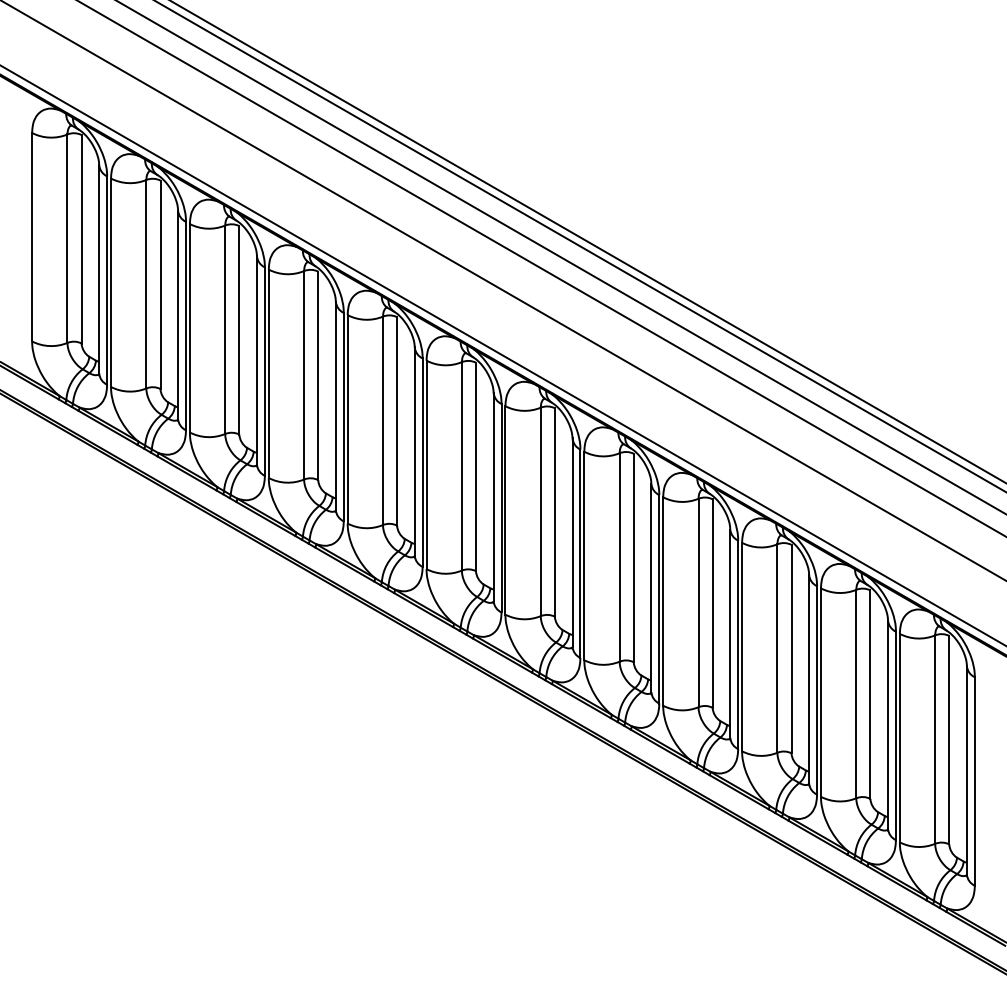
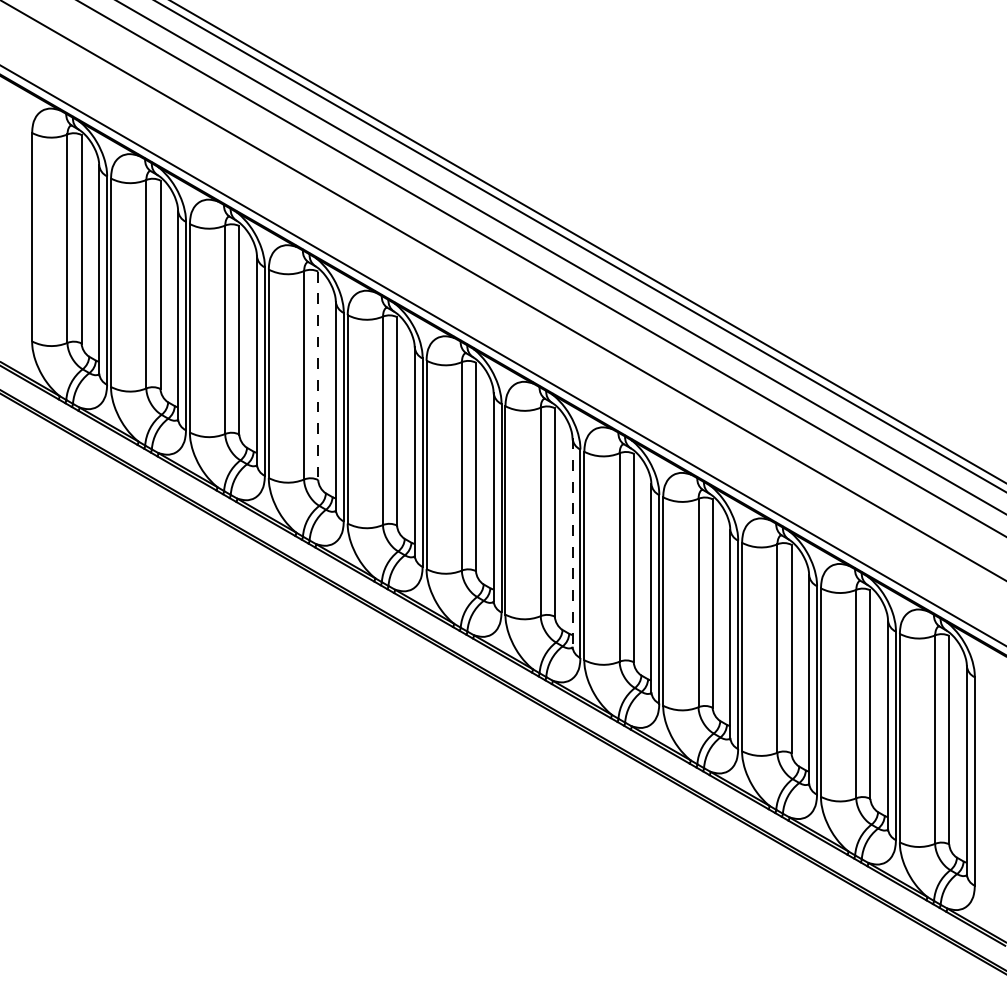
line at (318, 376): solid -> dashed
line at (572, 543): solid -> dashed
